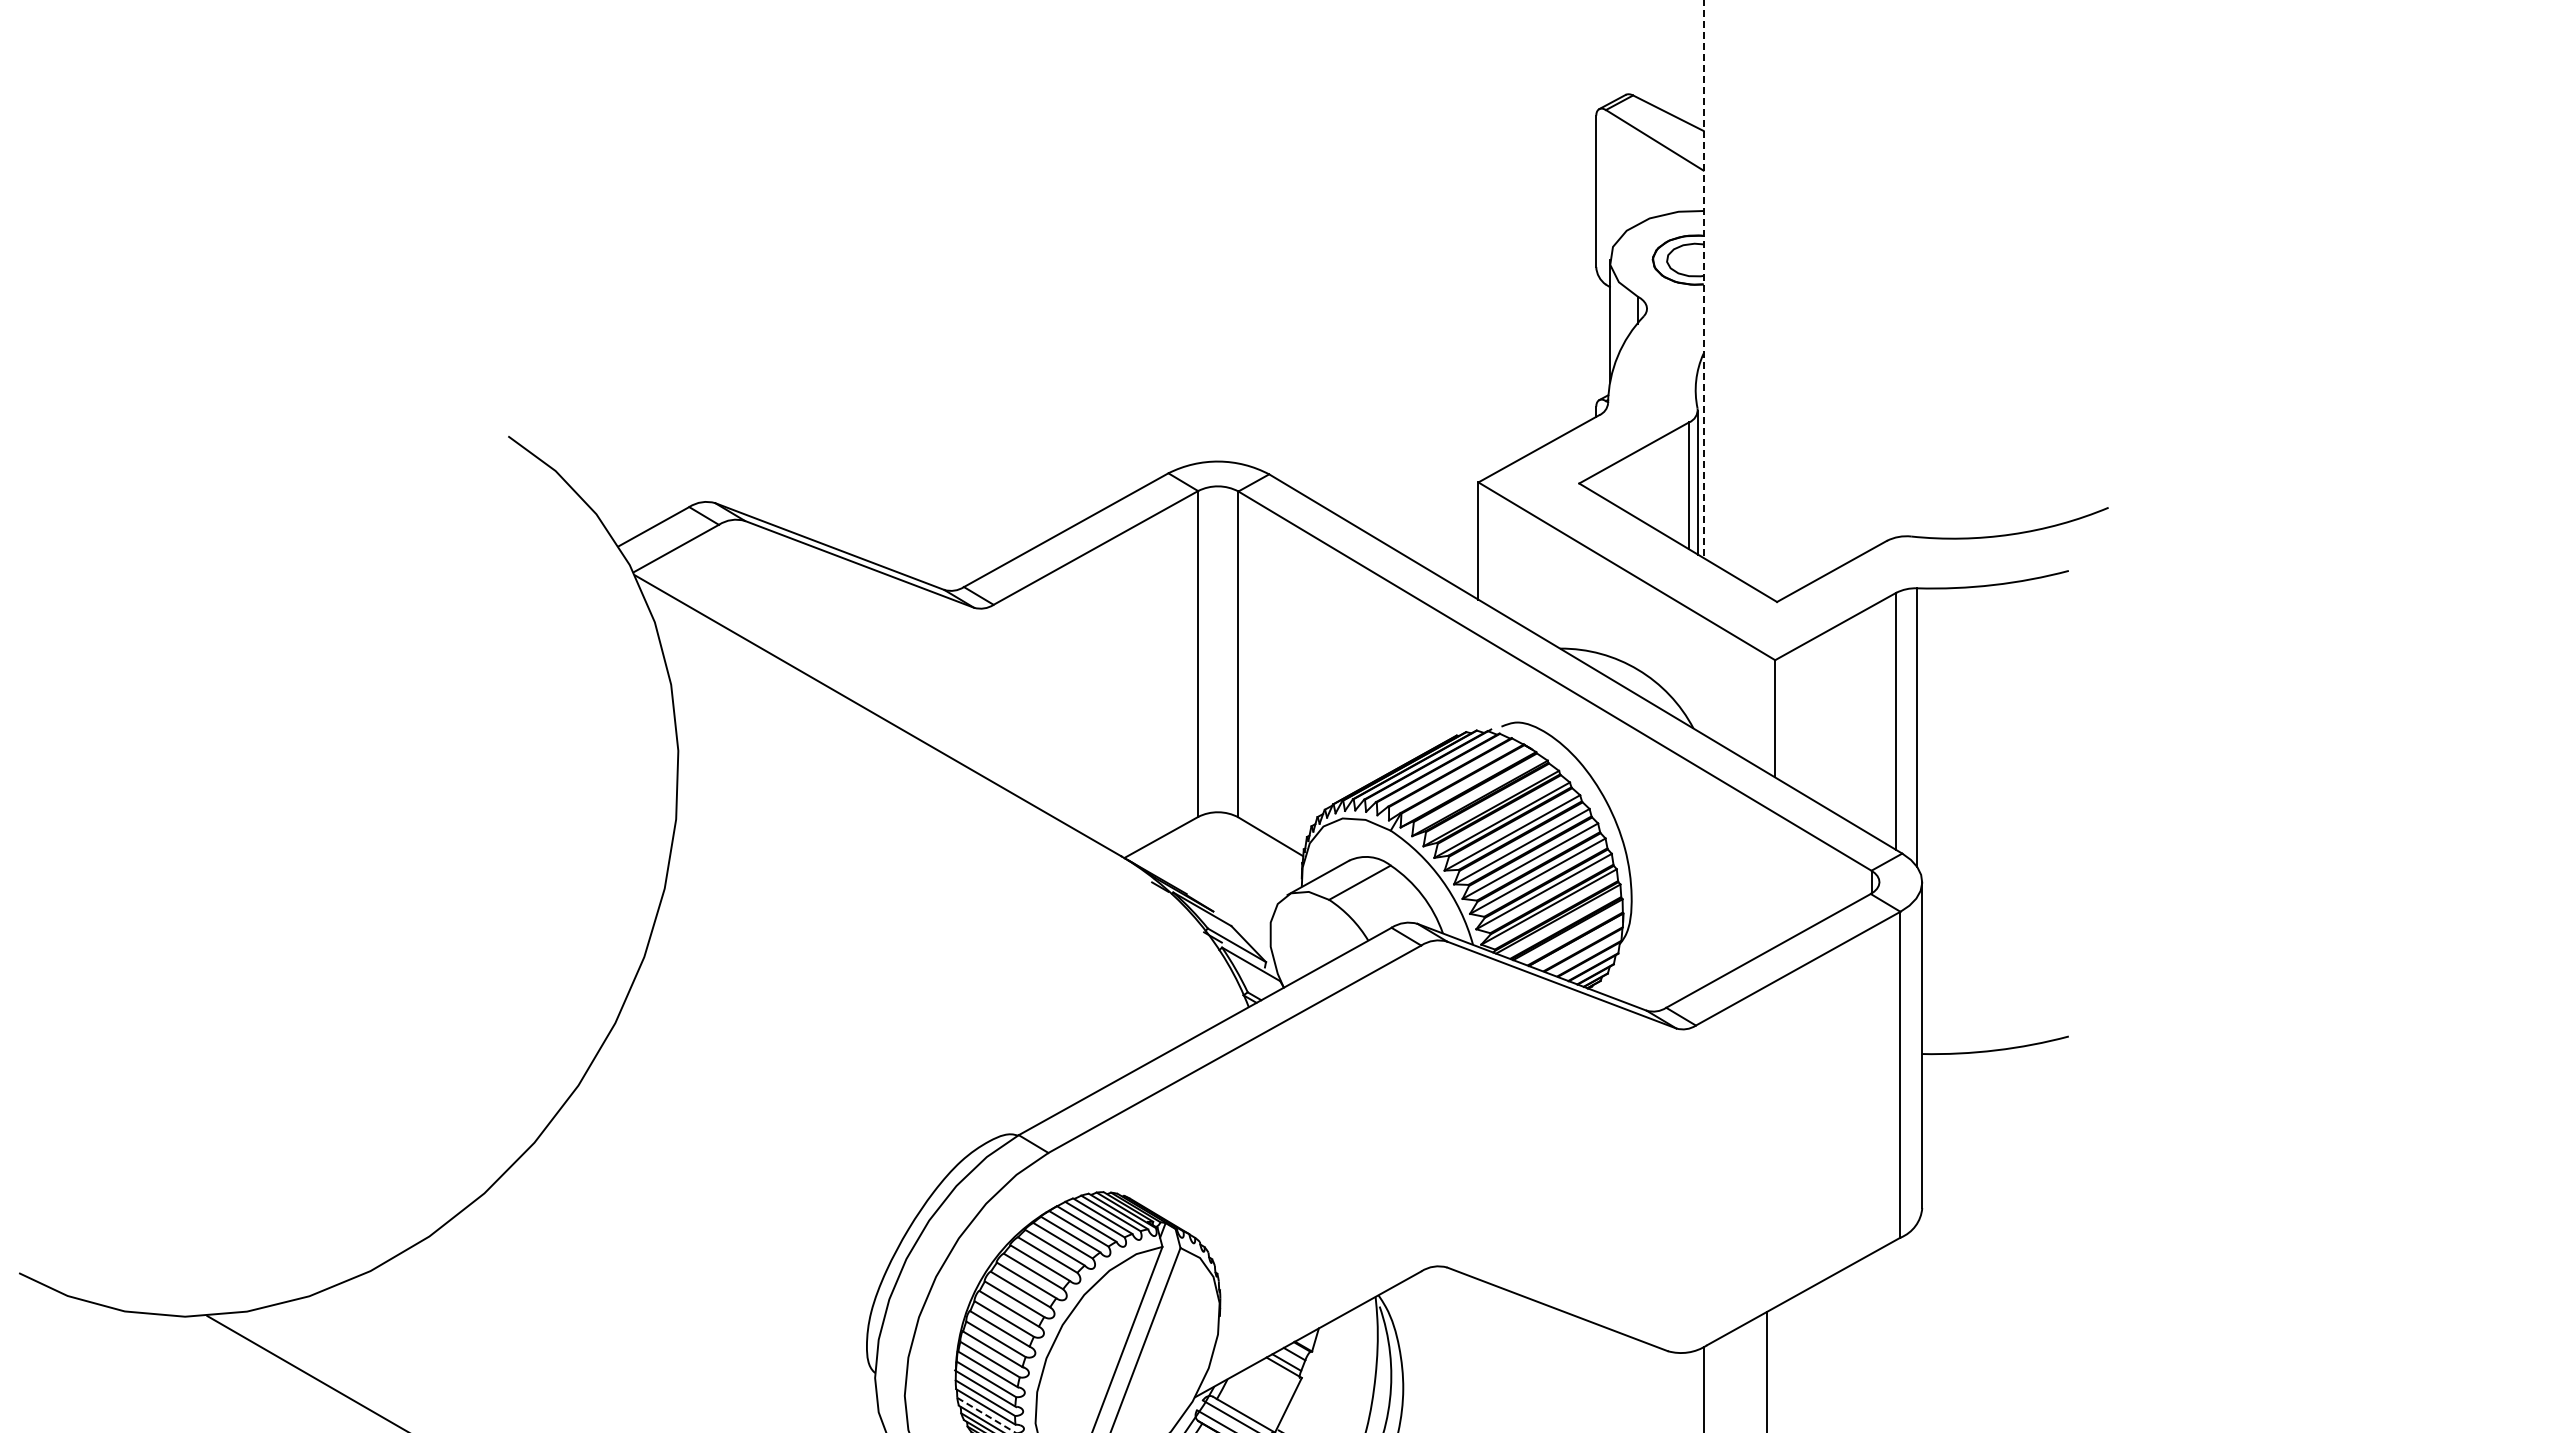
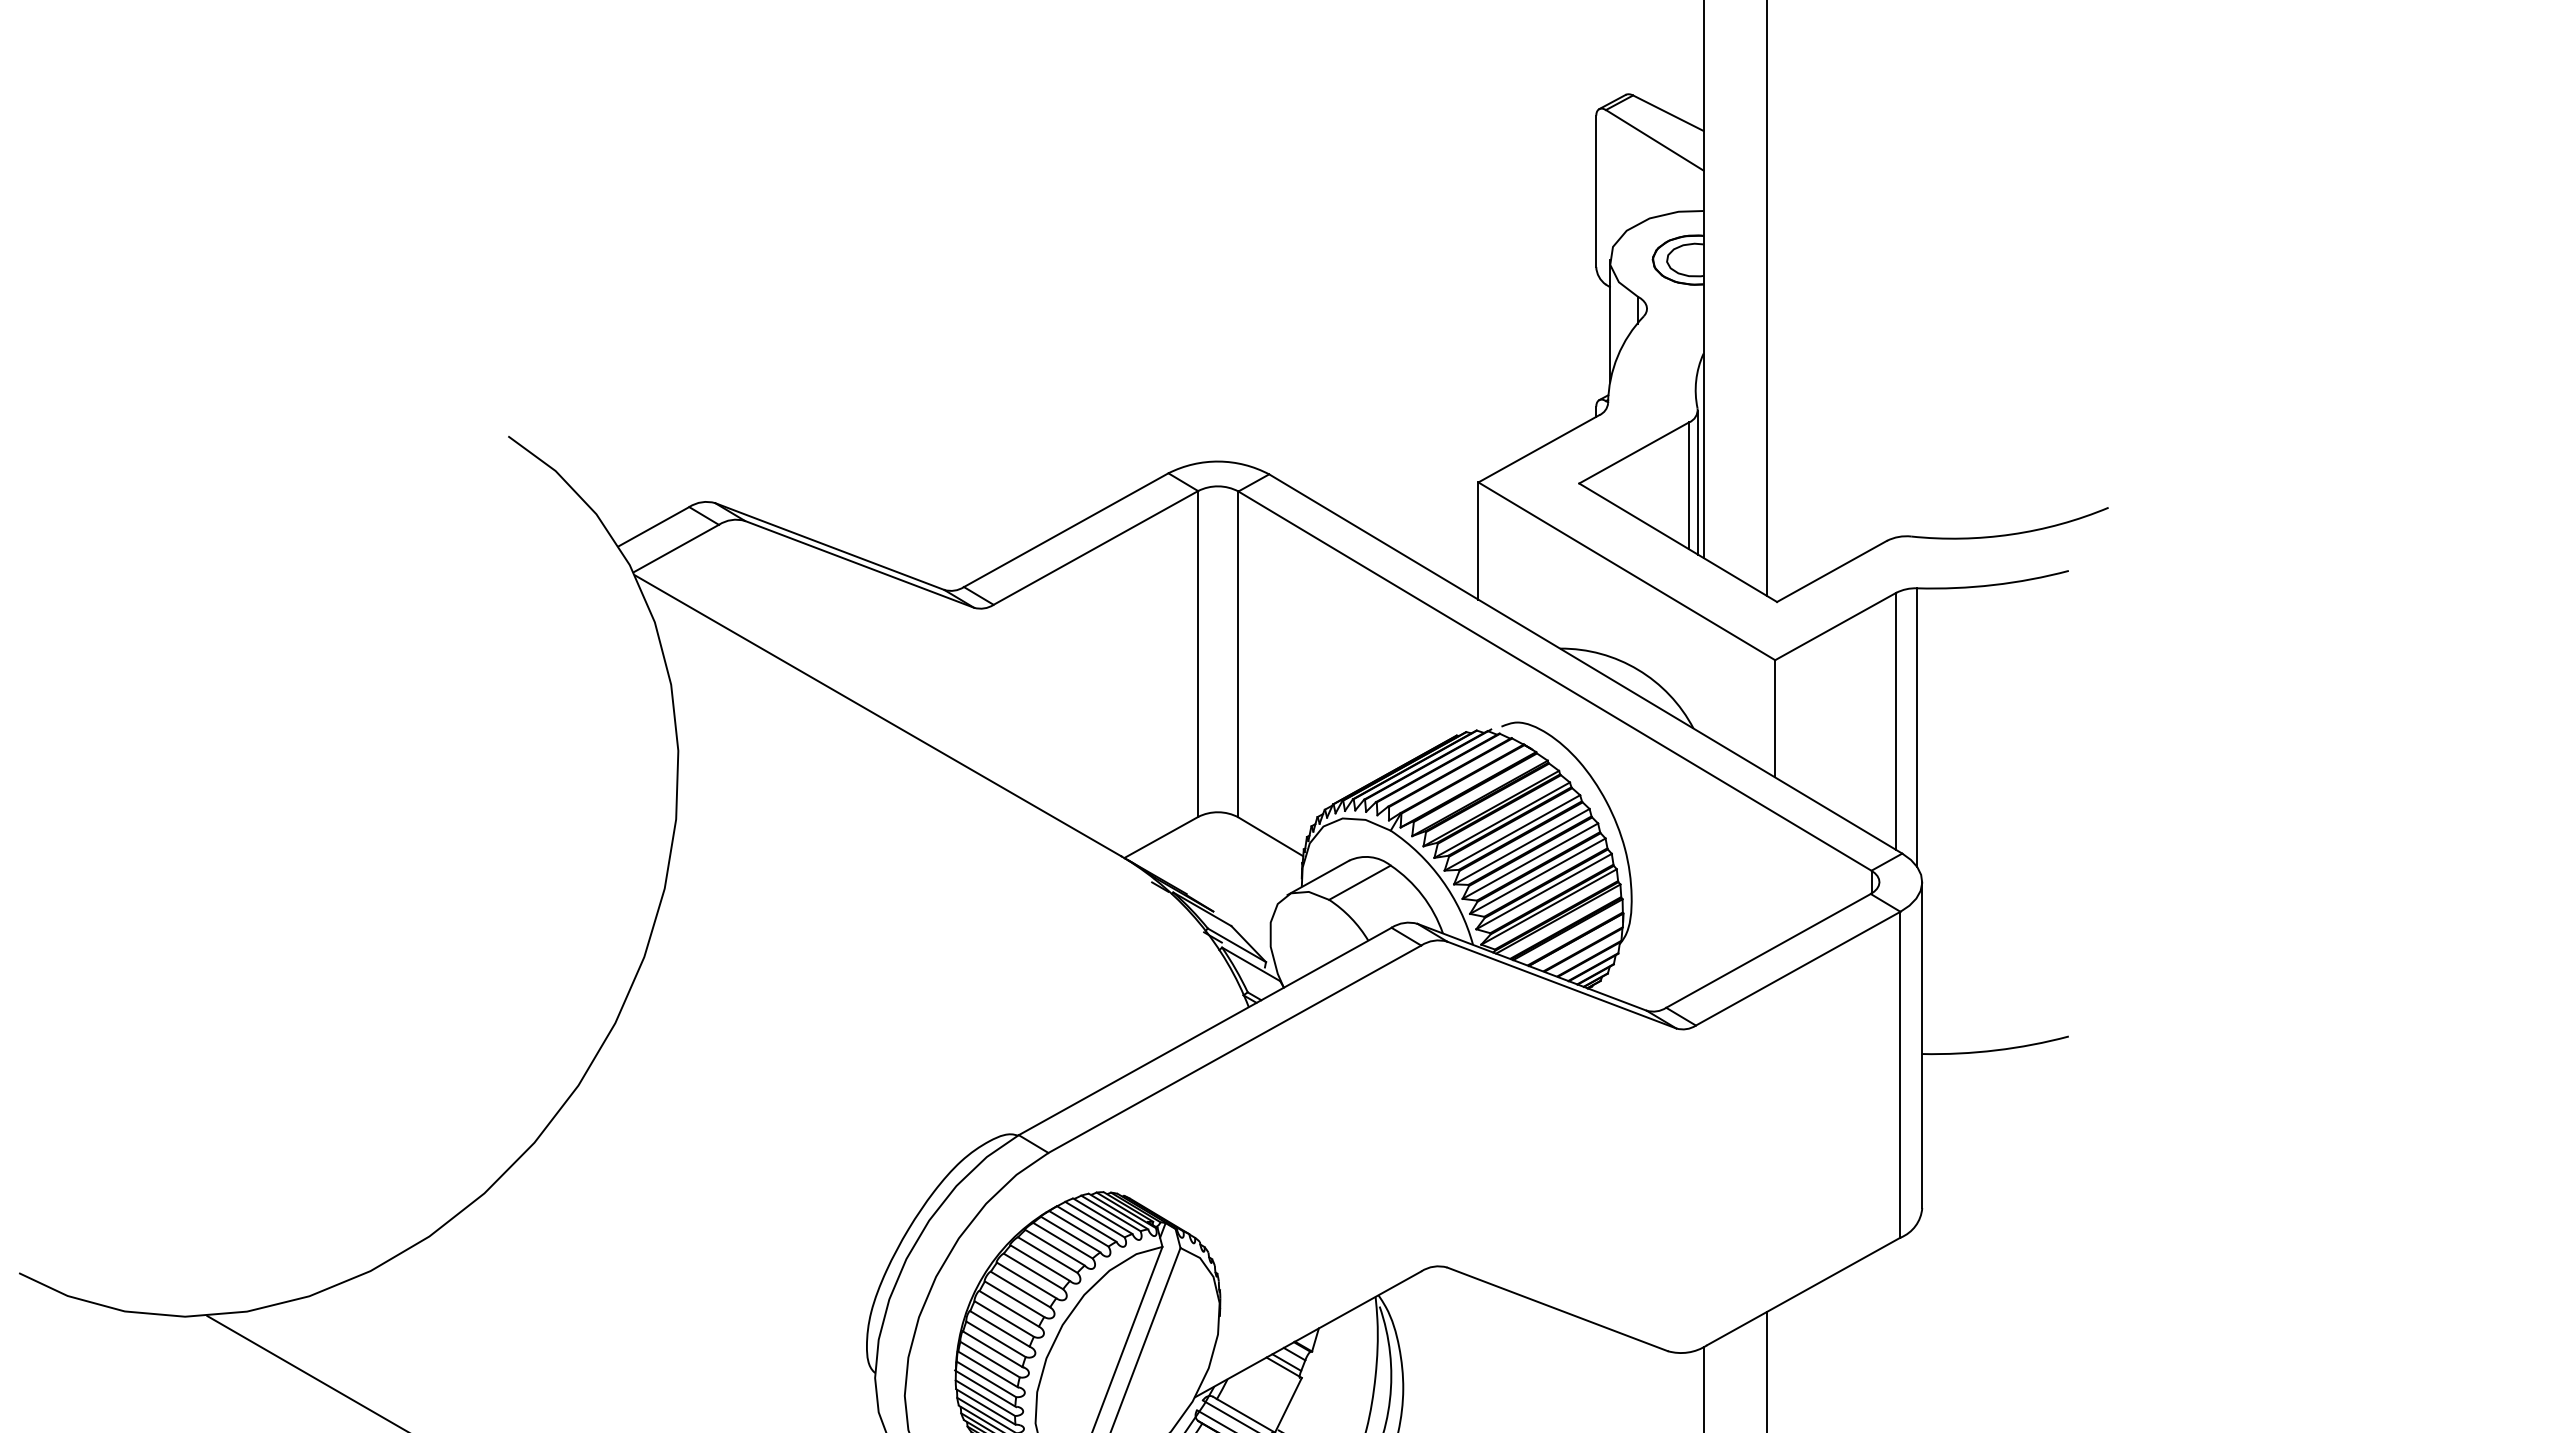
line at (1703, 279): dashed -> solid
line at (1767, 299): none -> present
line at (986, 1415): dashed -> solid
